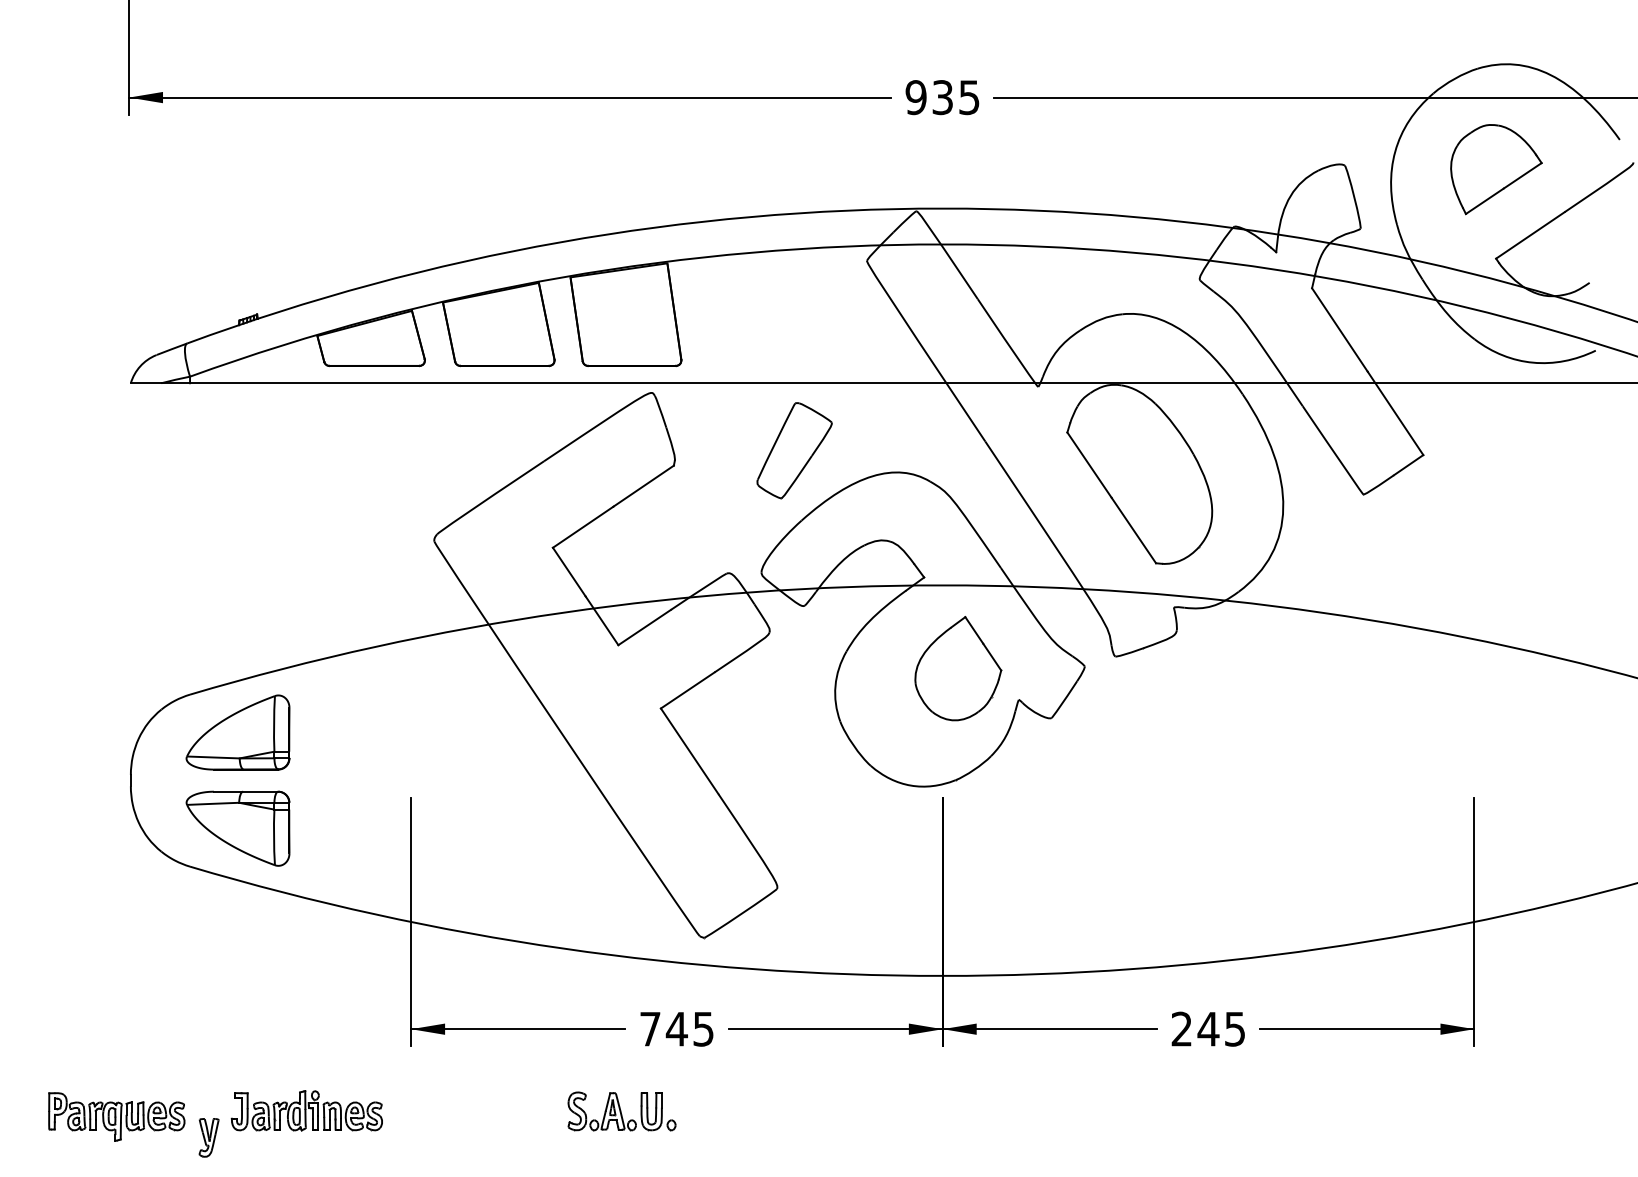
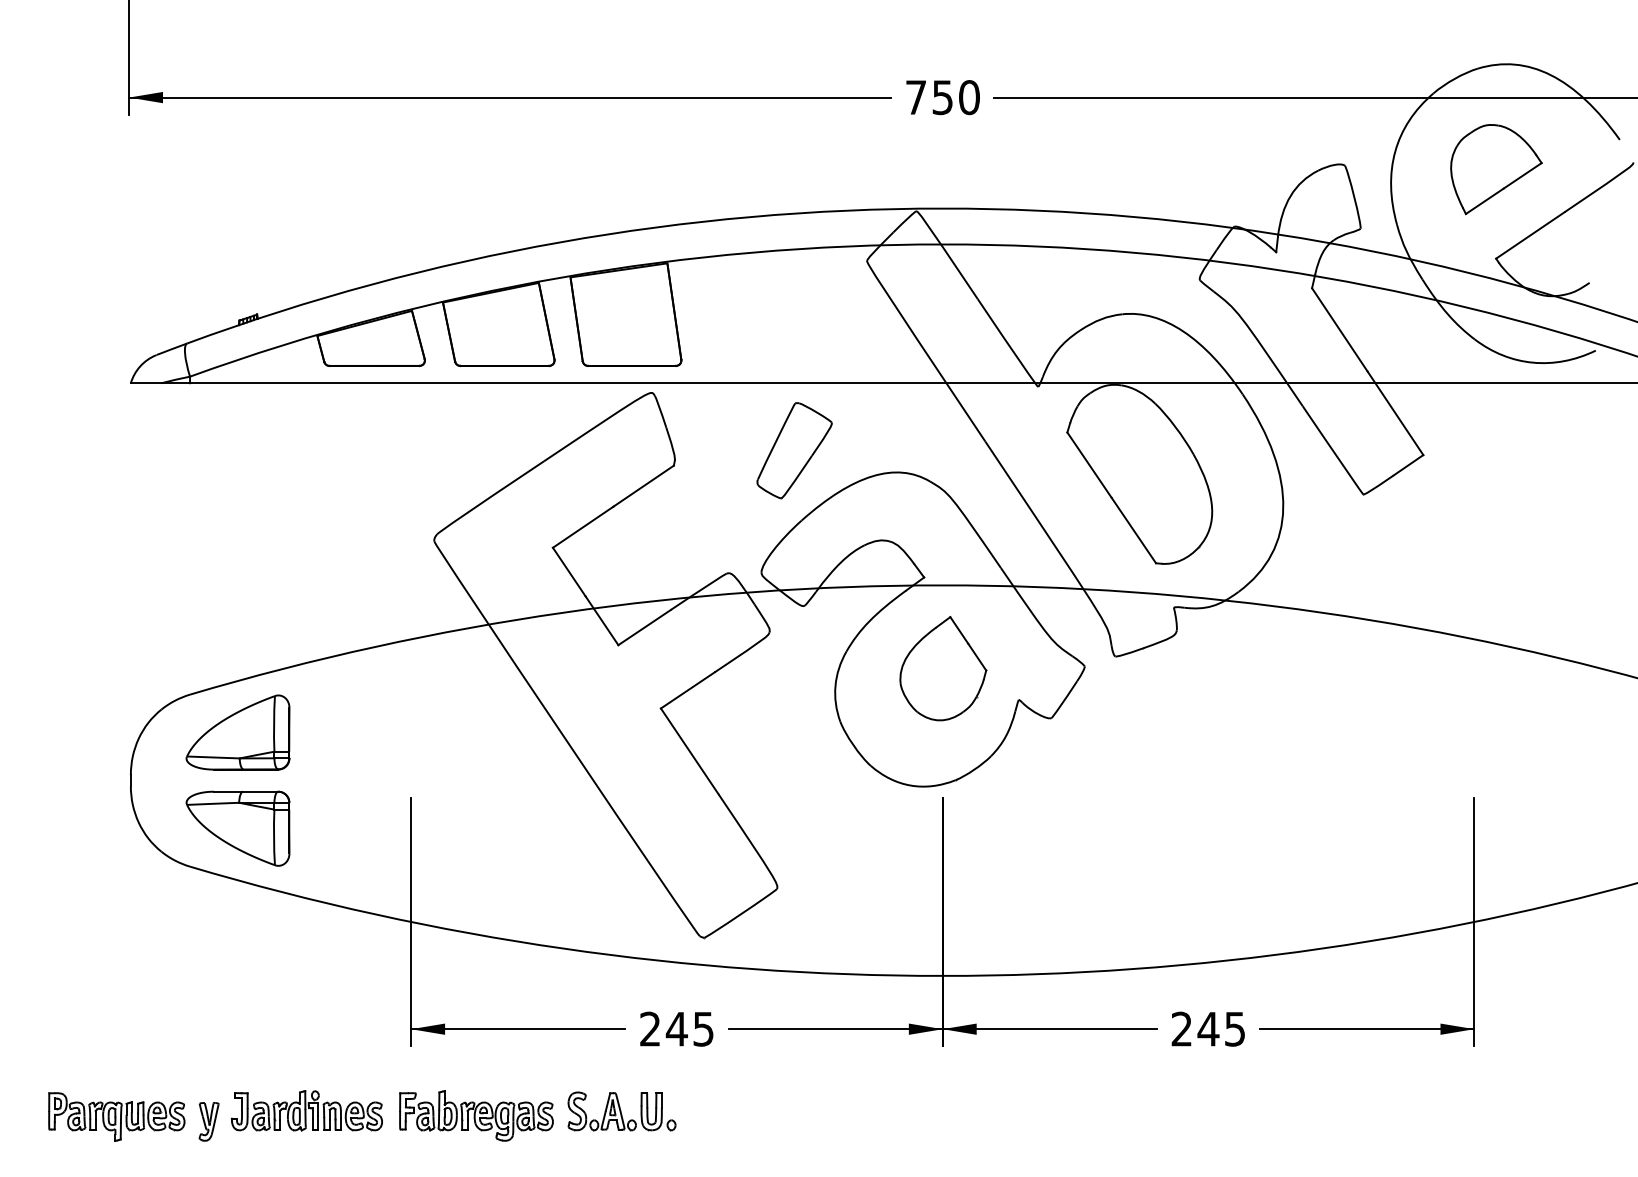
text at (942, 97): 935 -> 750
part at (958, 668) position: (958, 668) -> (943, 668)
text at (650, 1028): 745 -> 245
part at (476, 1115): none -> present
part at (208, 1137) position: (208, 1137) -> (208, 1121)
